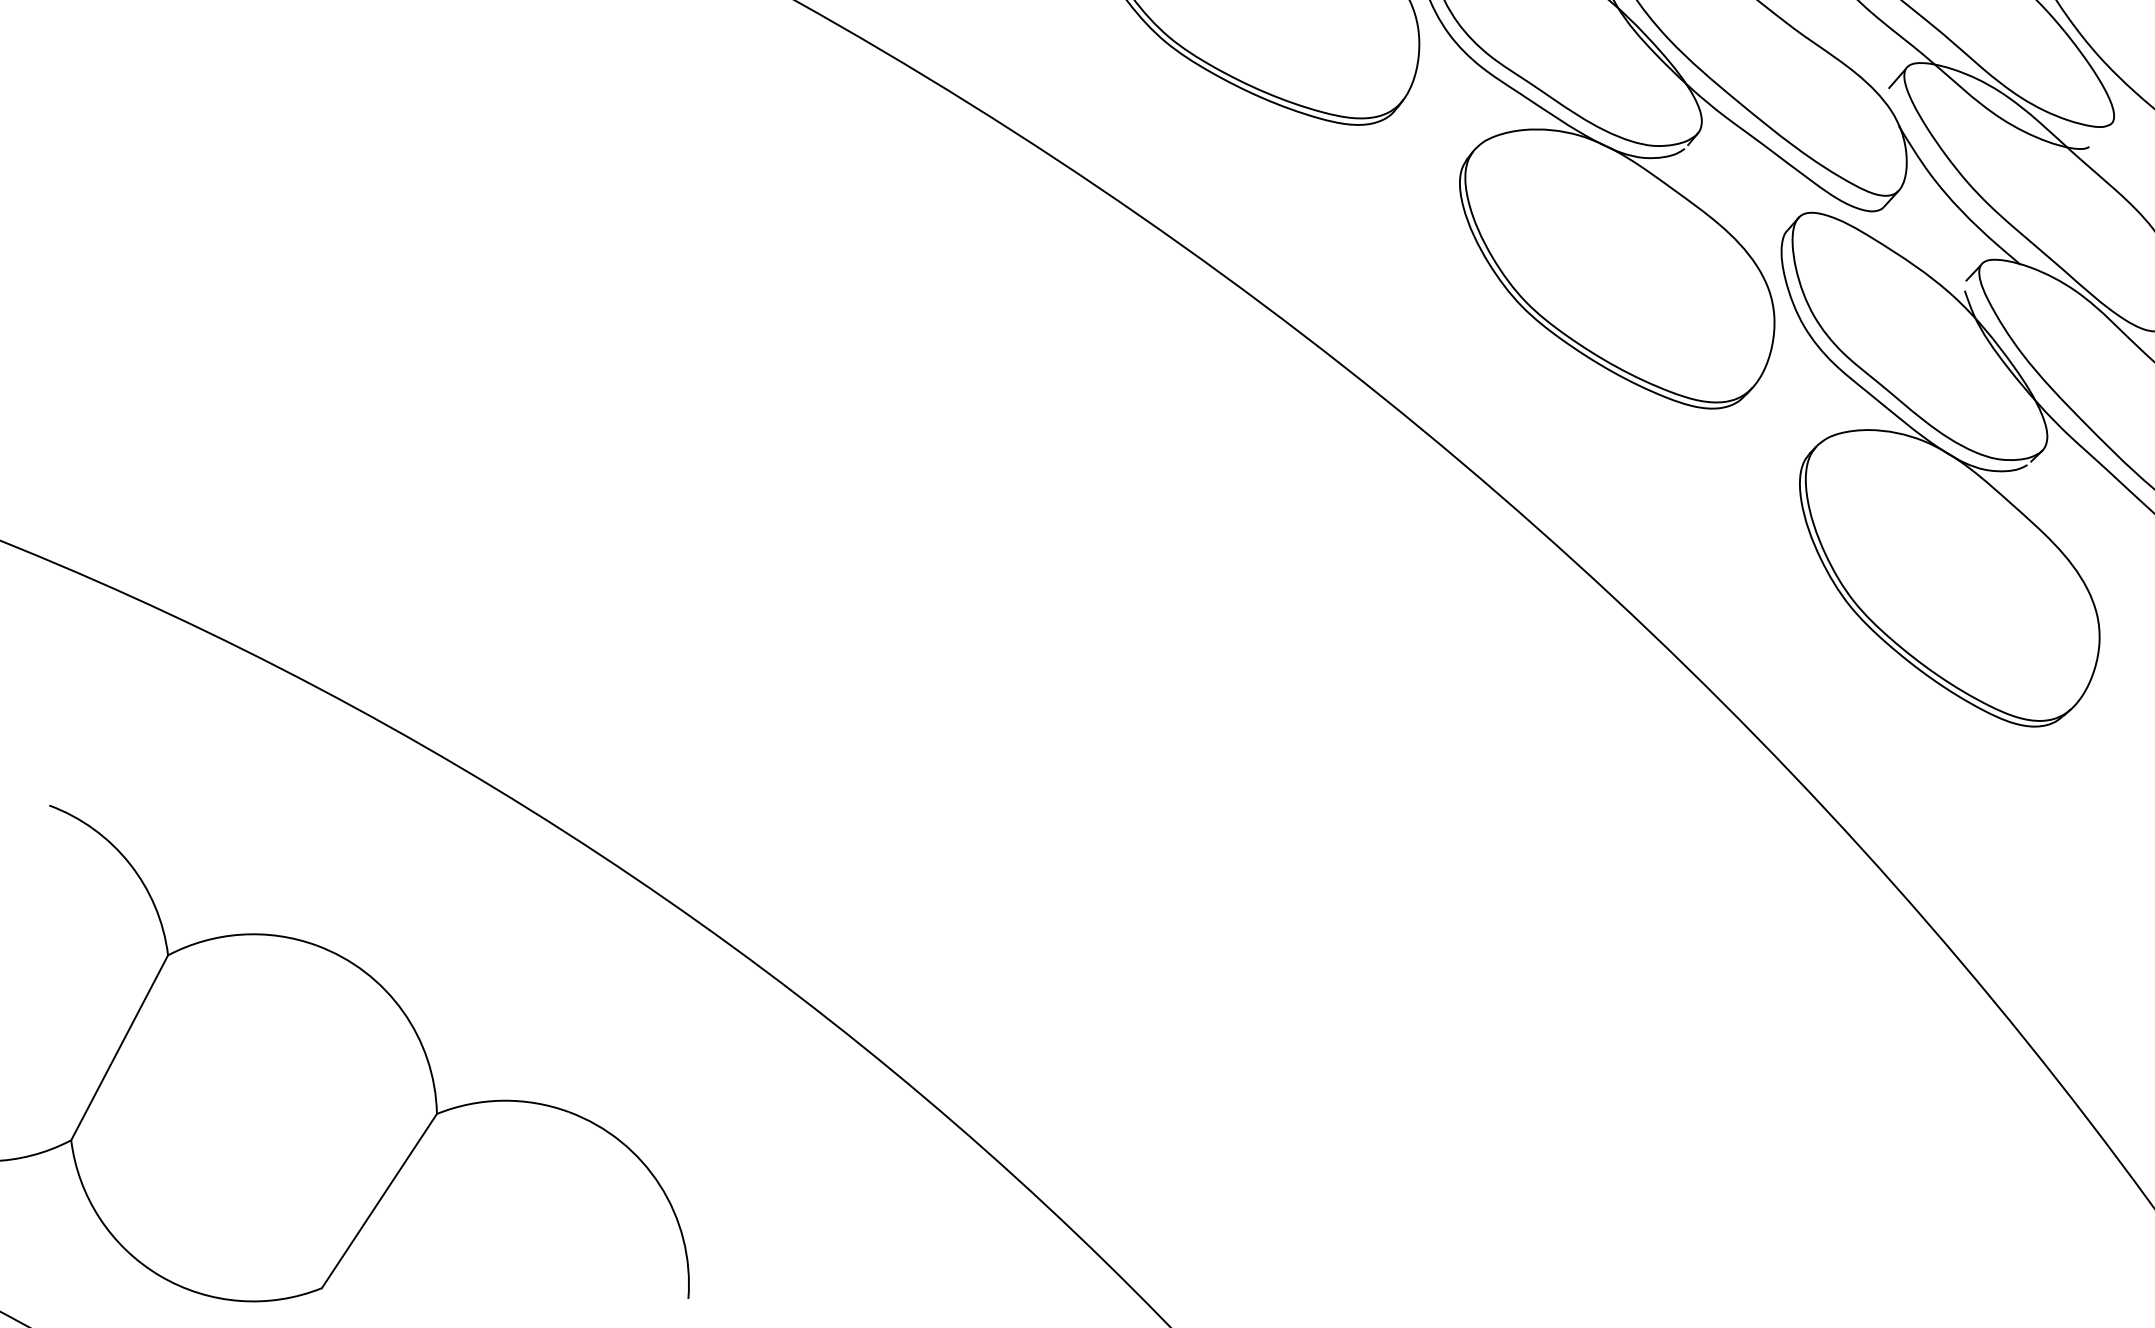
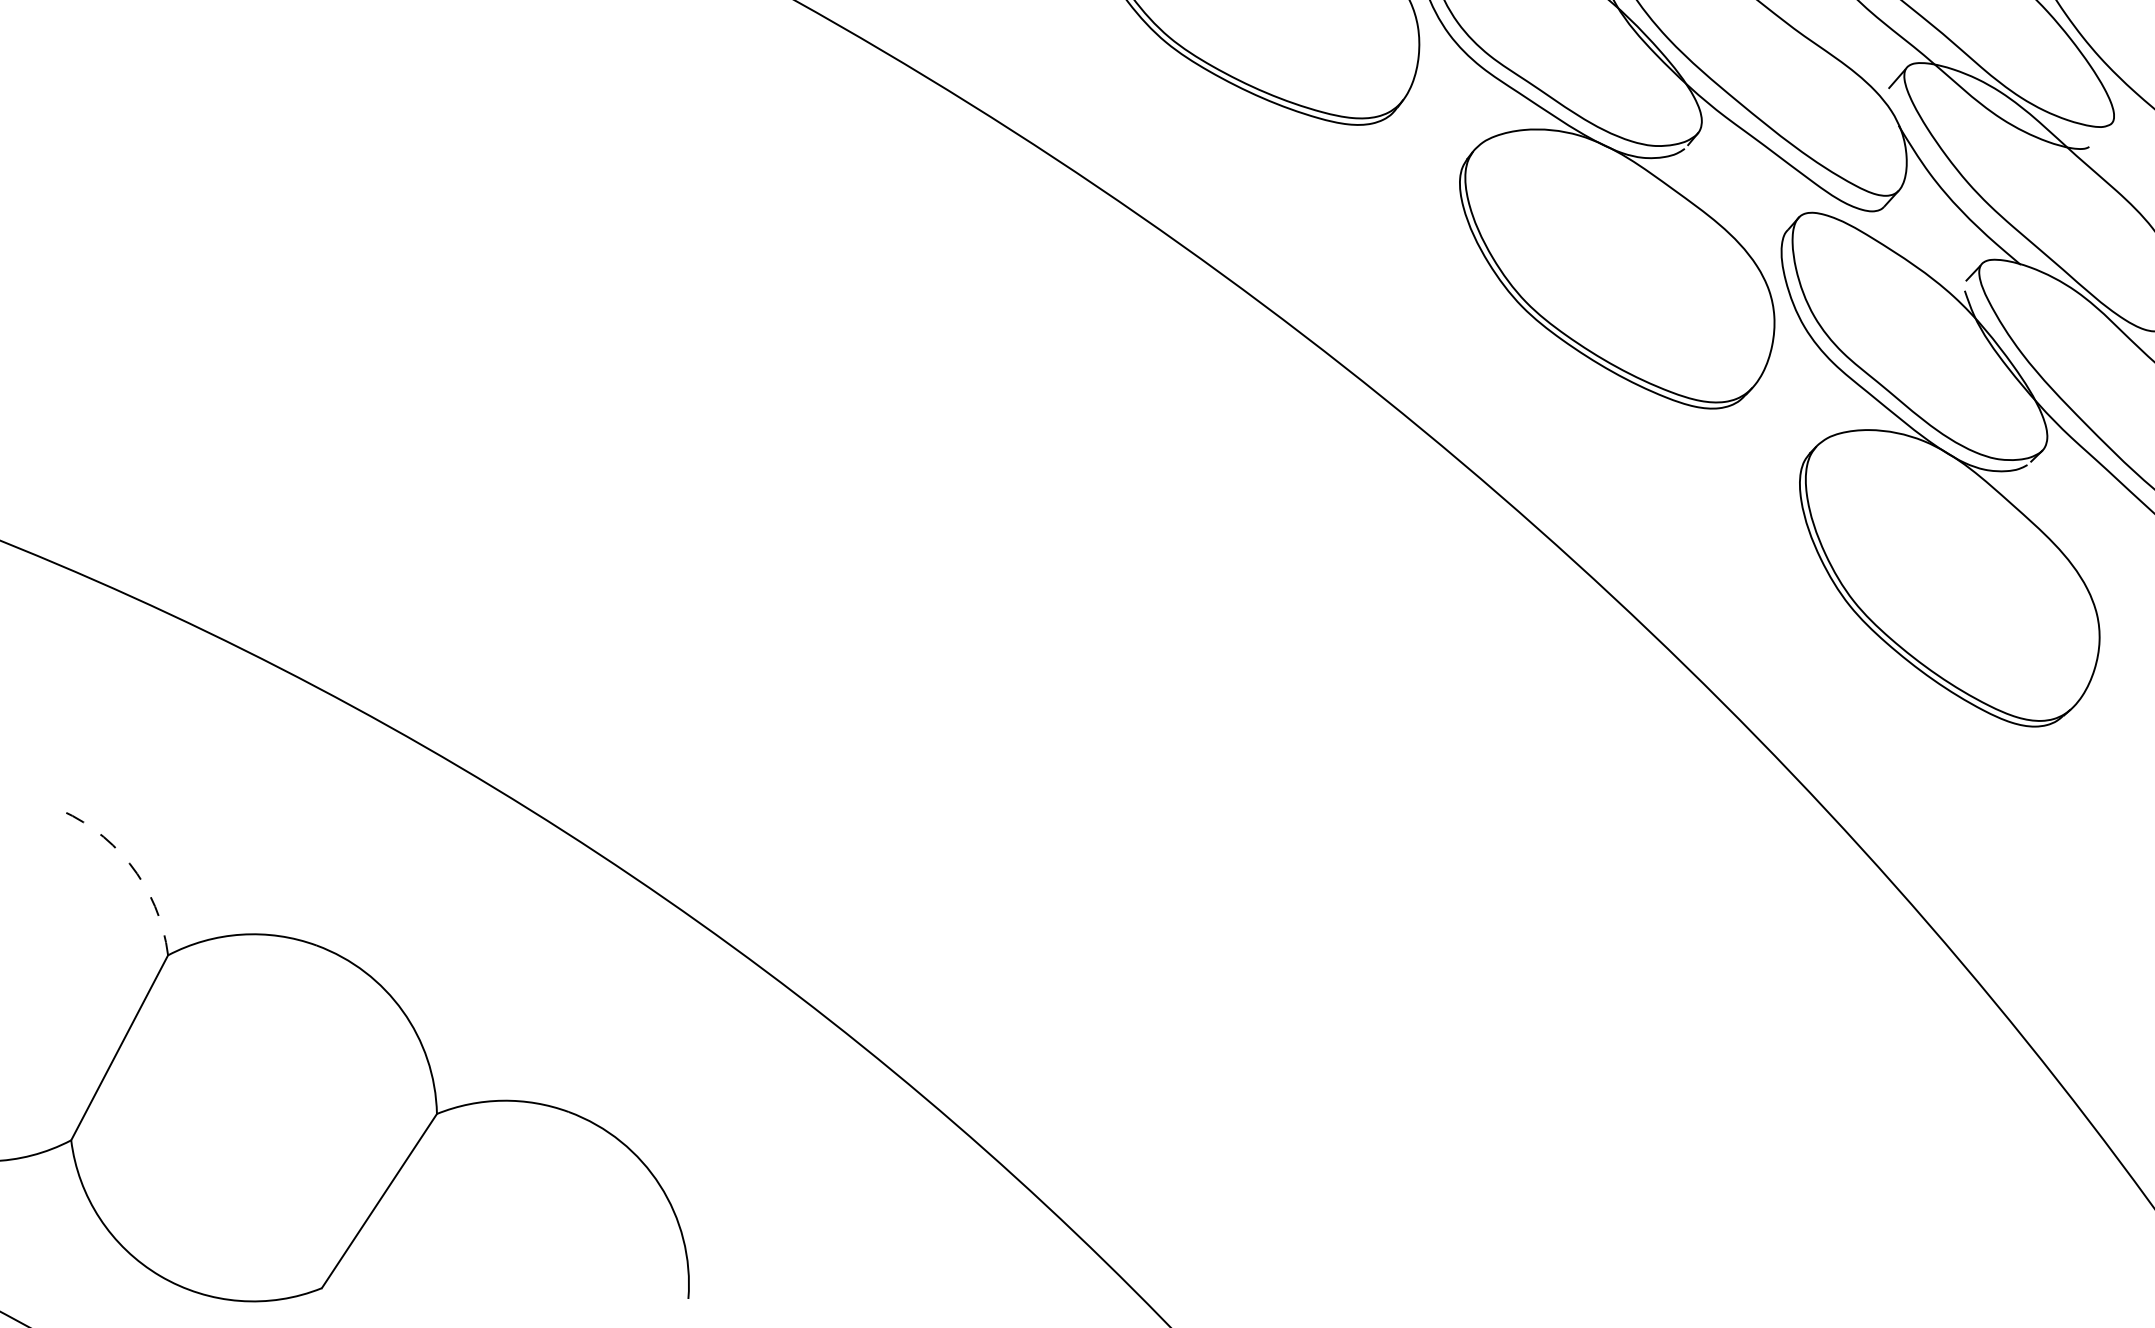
arc at (129, 863): solid -> dashed
